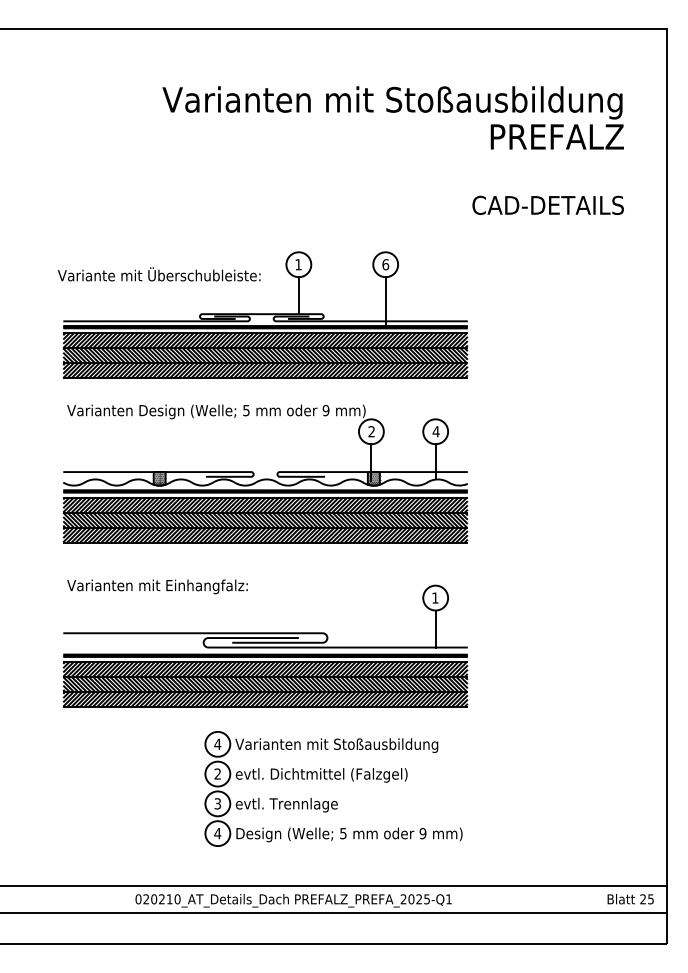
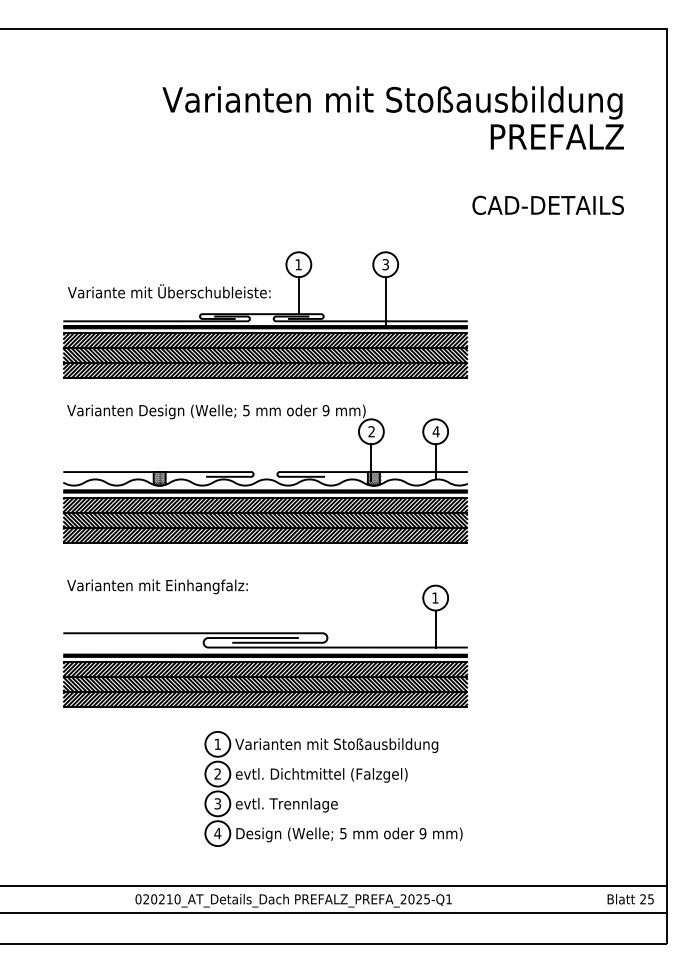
text at (385, 264): 6 -> 3
text at (159, 274) position: (159, 274) -> (169, 291)
text at (217, 743): 4 -> 1
